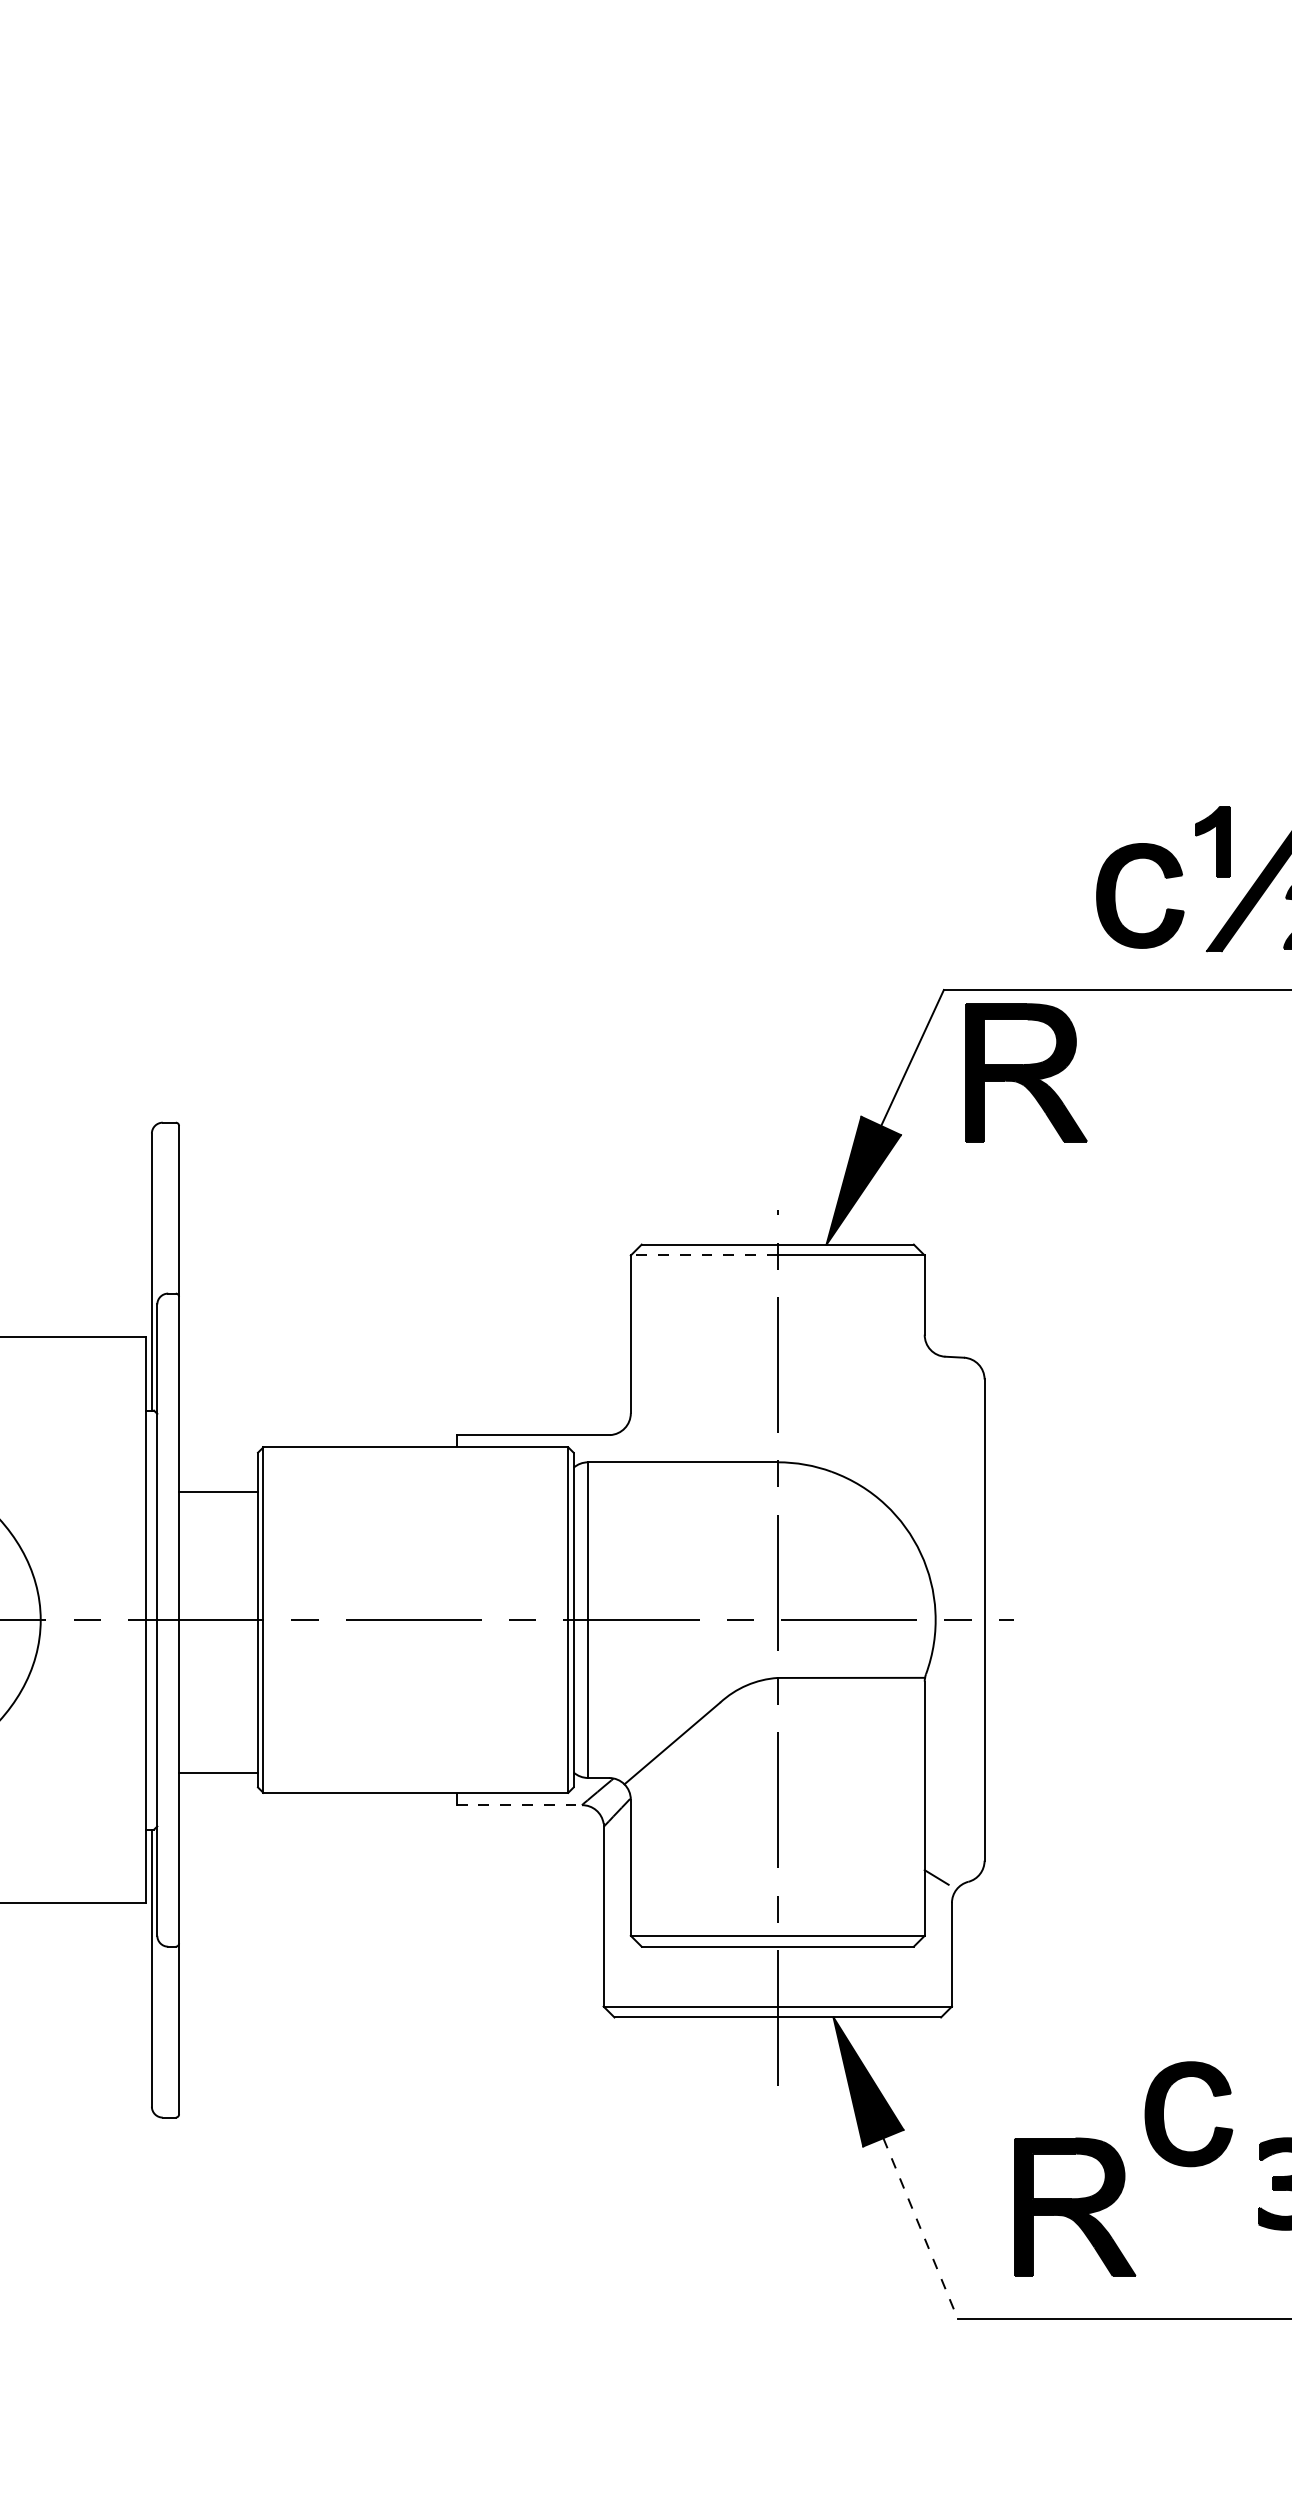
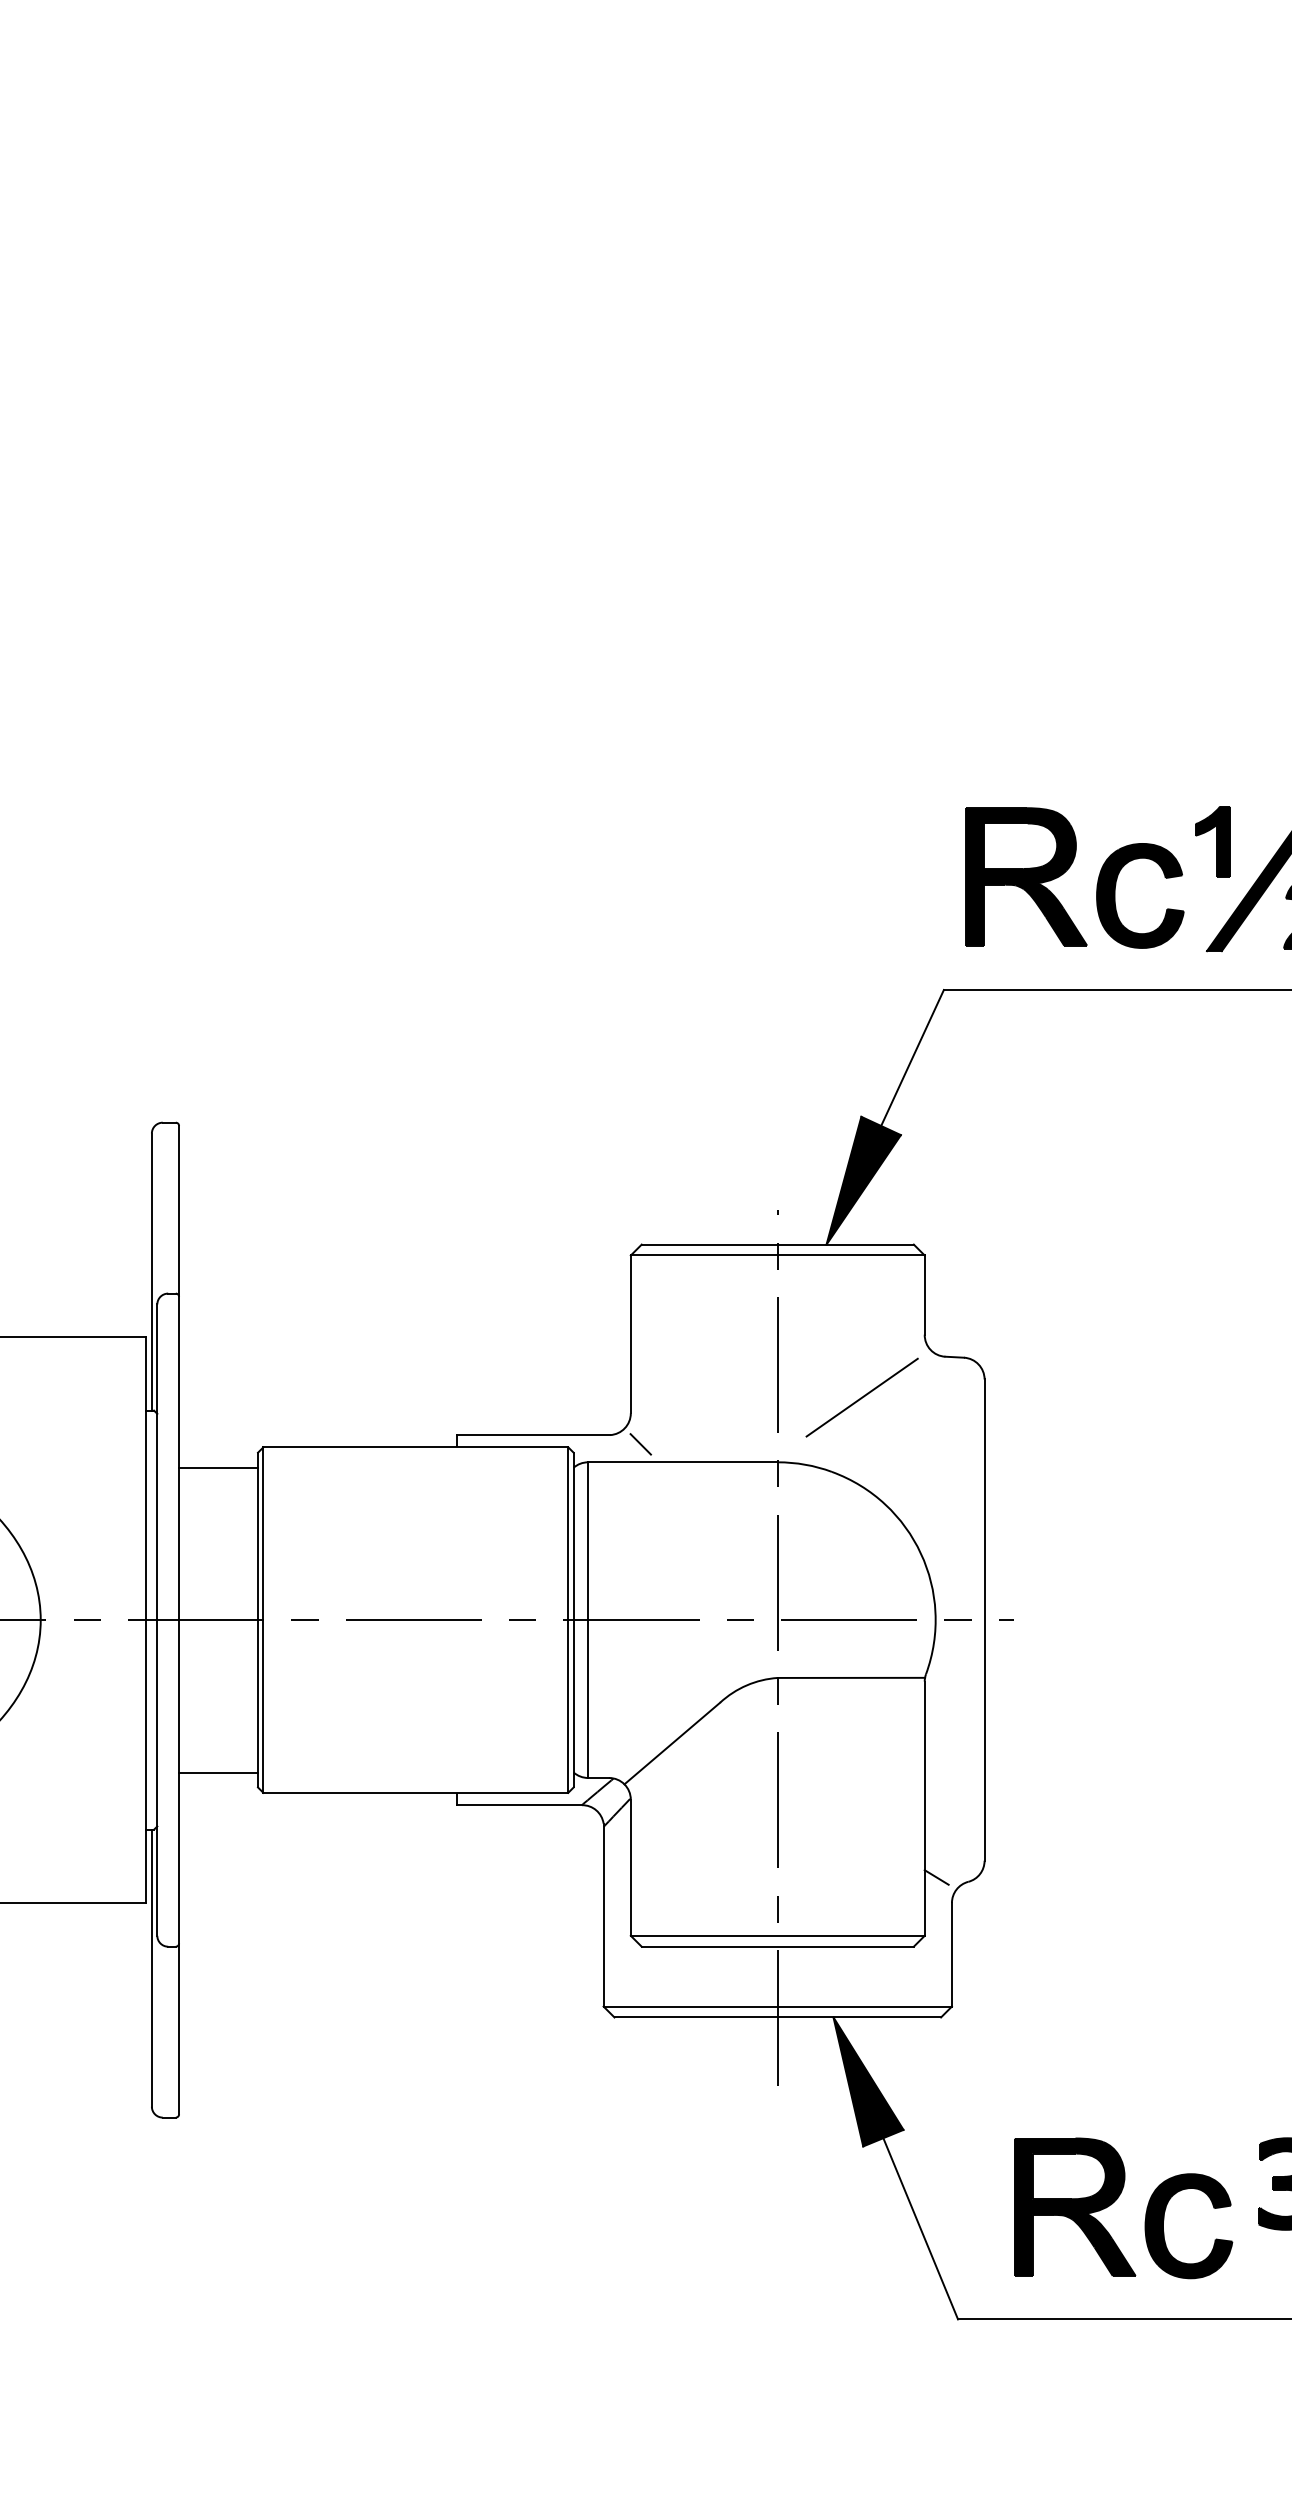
part at (1026, 1072) position: (1026, 1072) -> (1026, 876)
line at (703, 1255): dashed -> solid
line at (861, 1397): none -> present
line at (640, 1444): none -> present
line at (218, 1491) position: (218, 1491) -> (218, 1467)
line at (519, 1805): dashed -> solid
part at (1164, 2108) position: (1164, 2108) -> (1164, 2220)
line at (920, 2229): dashed -> solid
